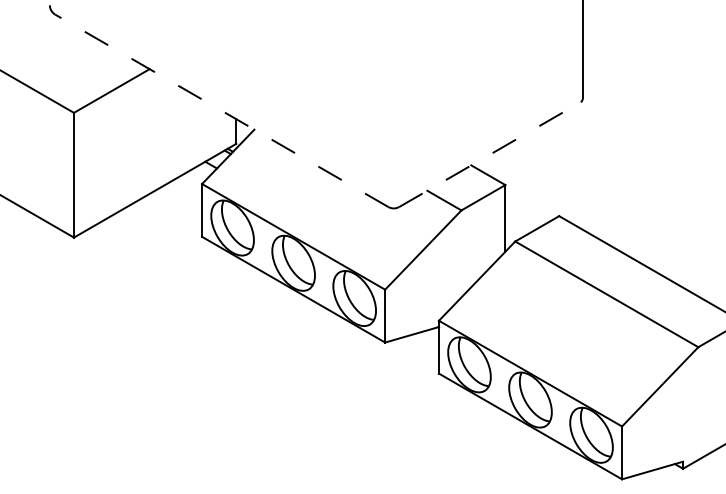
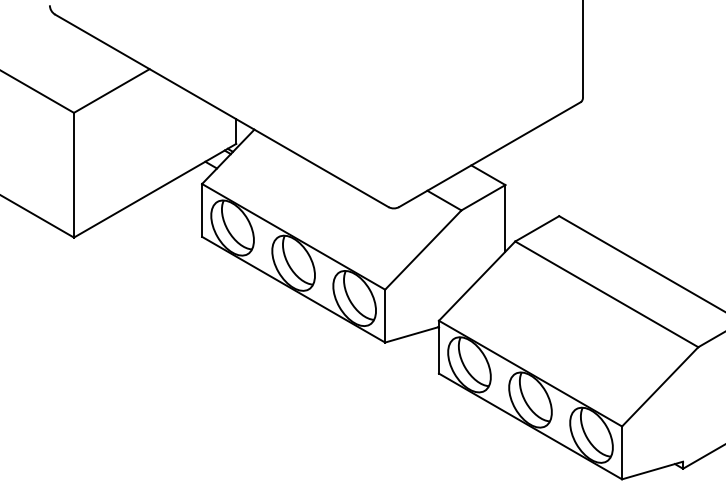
line at (221, 110): dashed -> solid
line at (490, 154): dashed -> solid
